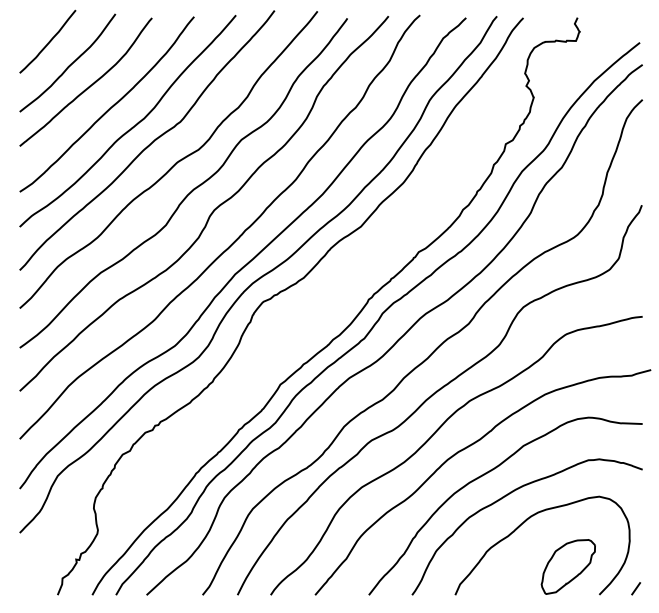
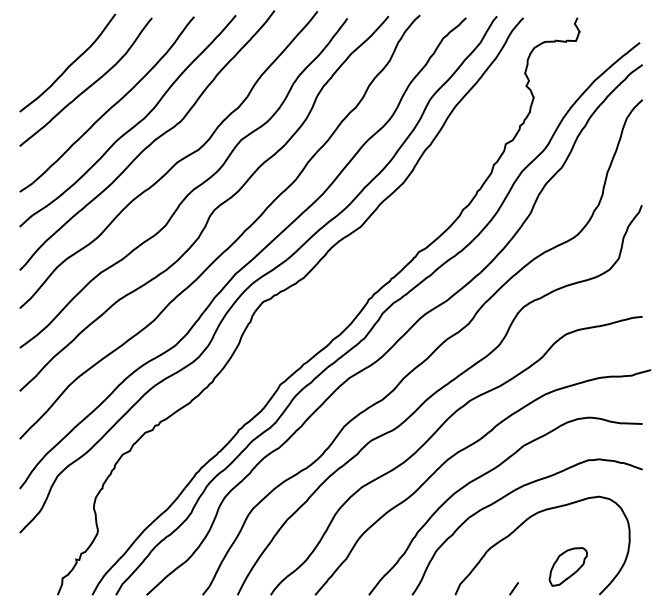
curve at (48, 41): present -> none
part at (567, 566) size: 56x56 px -> 40x40 px
line at (635, 588) position: (635, 588) -> (513, 588)
